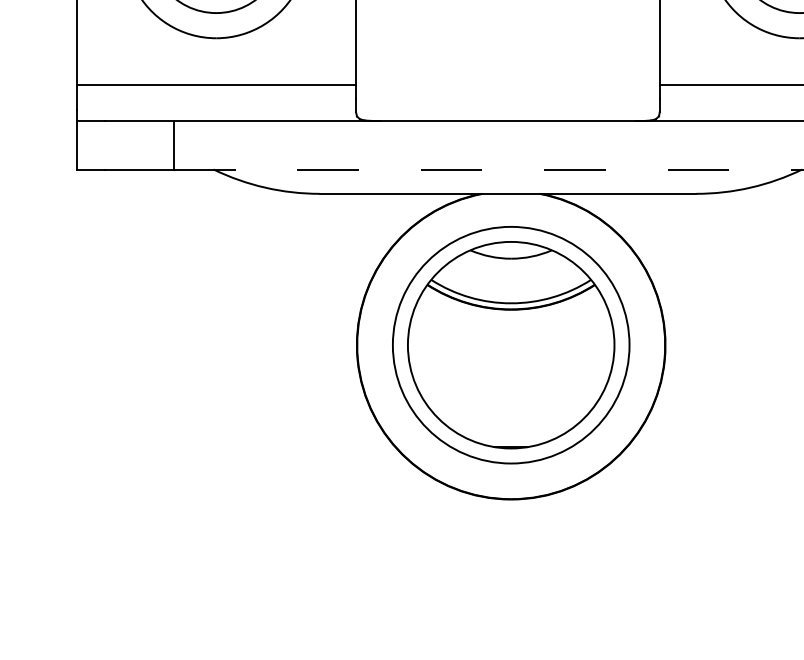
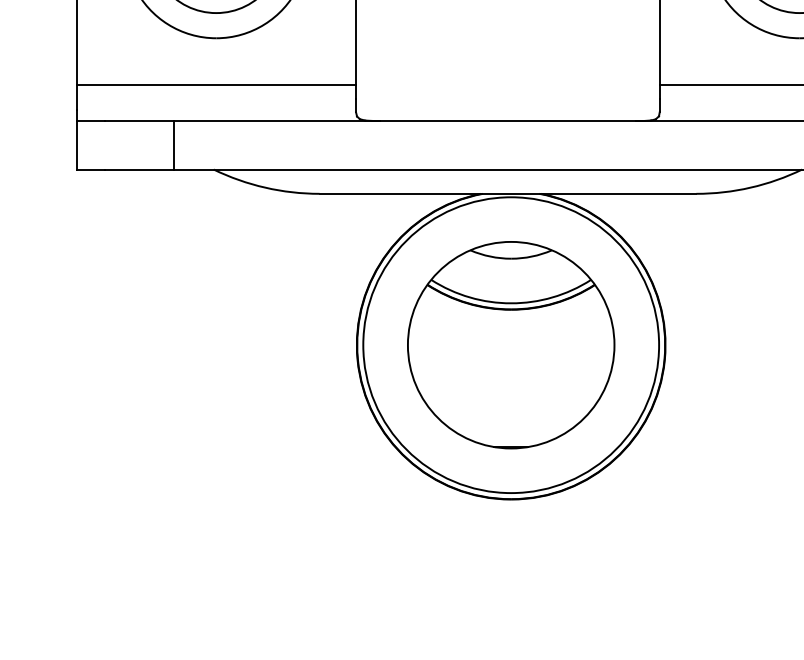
line at (488, 169): dashed -> solid
circle at (510, 344) diameter: 237 px -> 296 px
